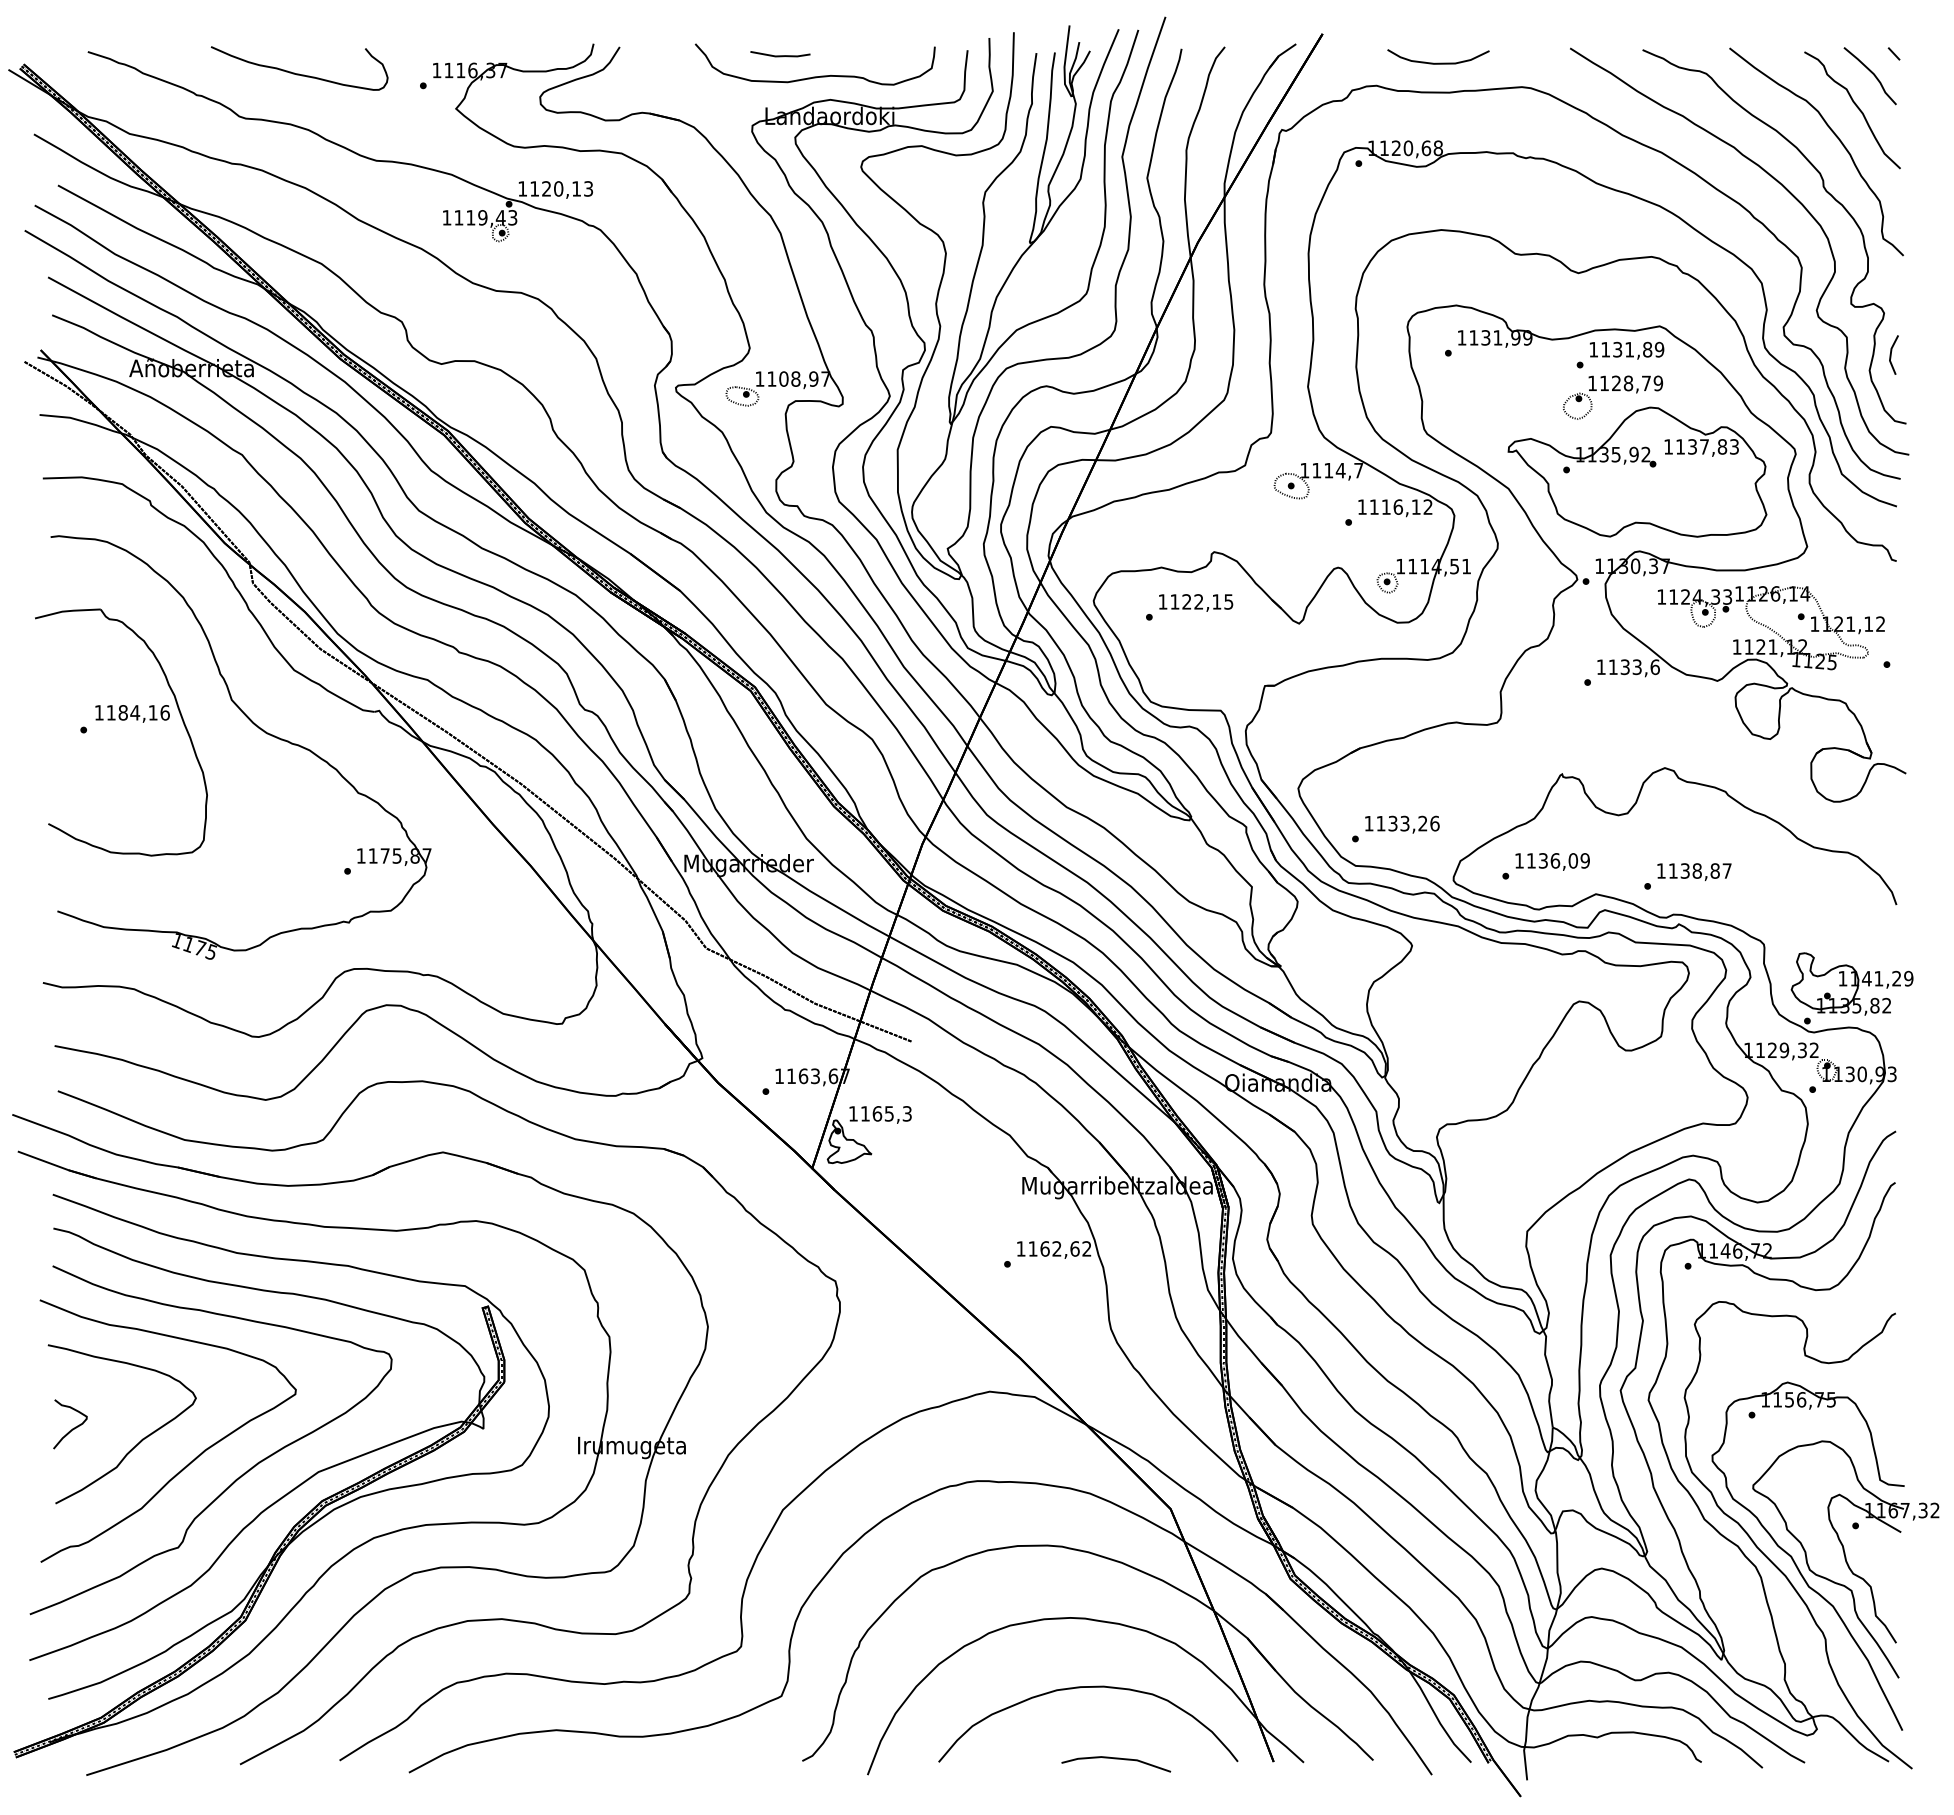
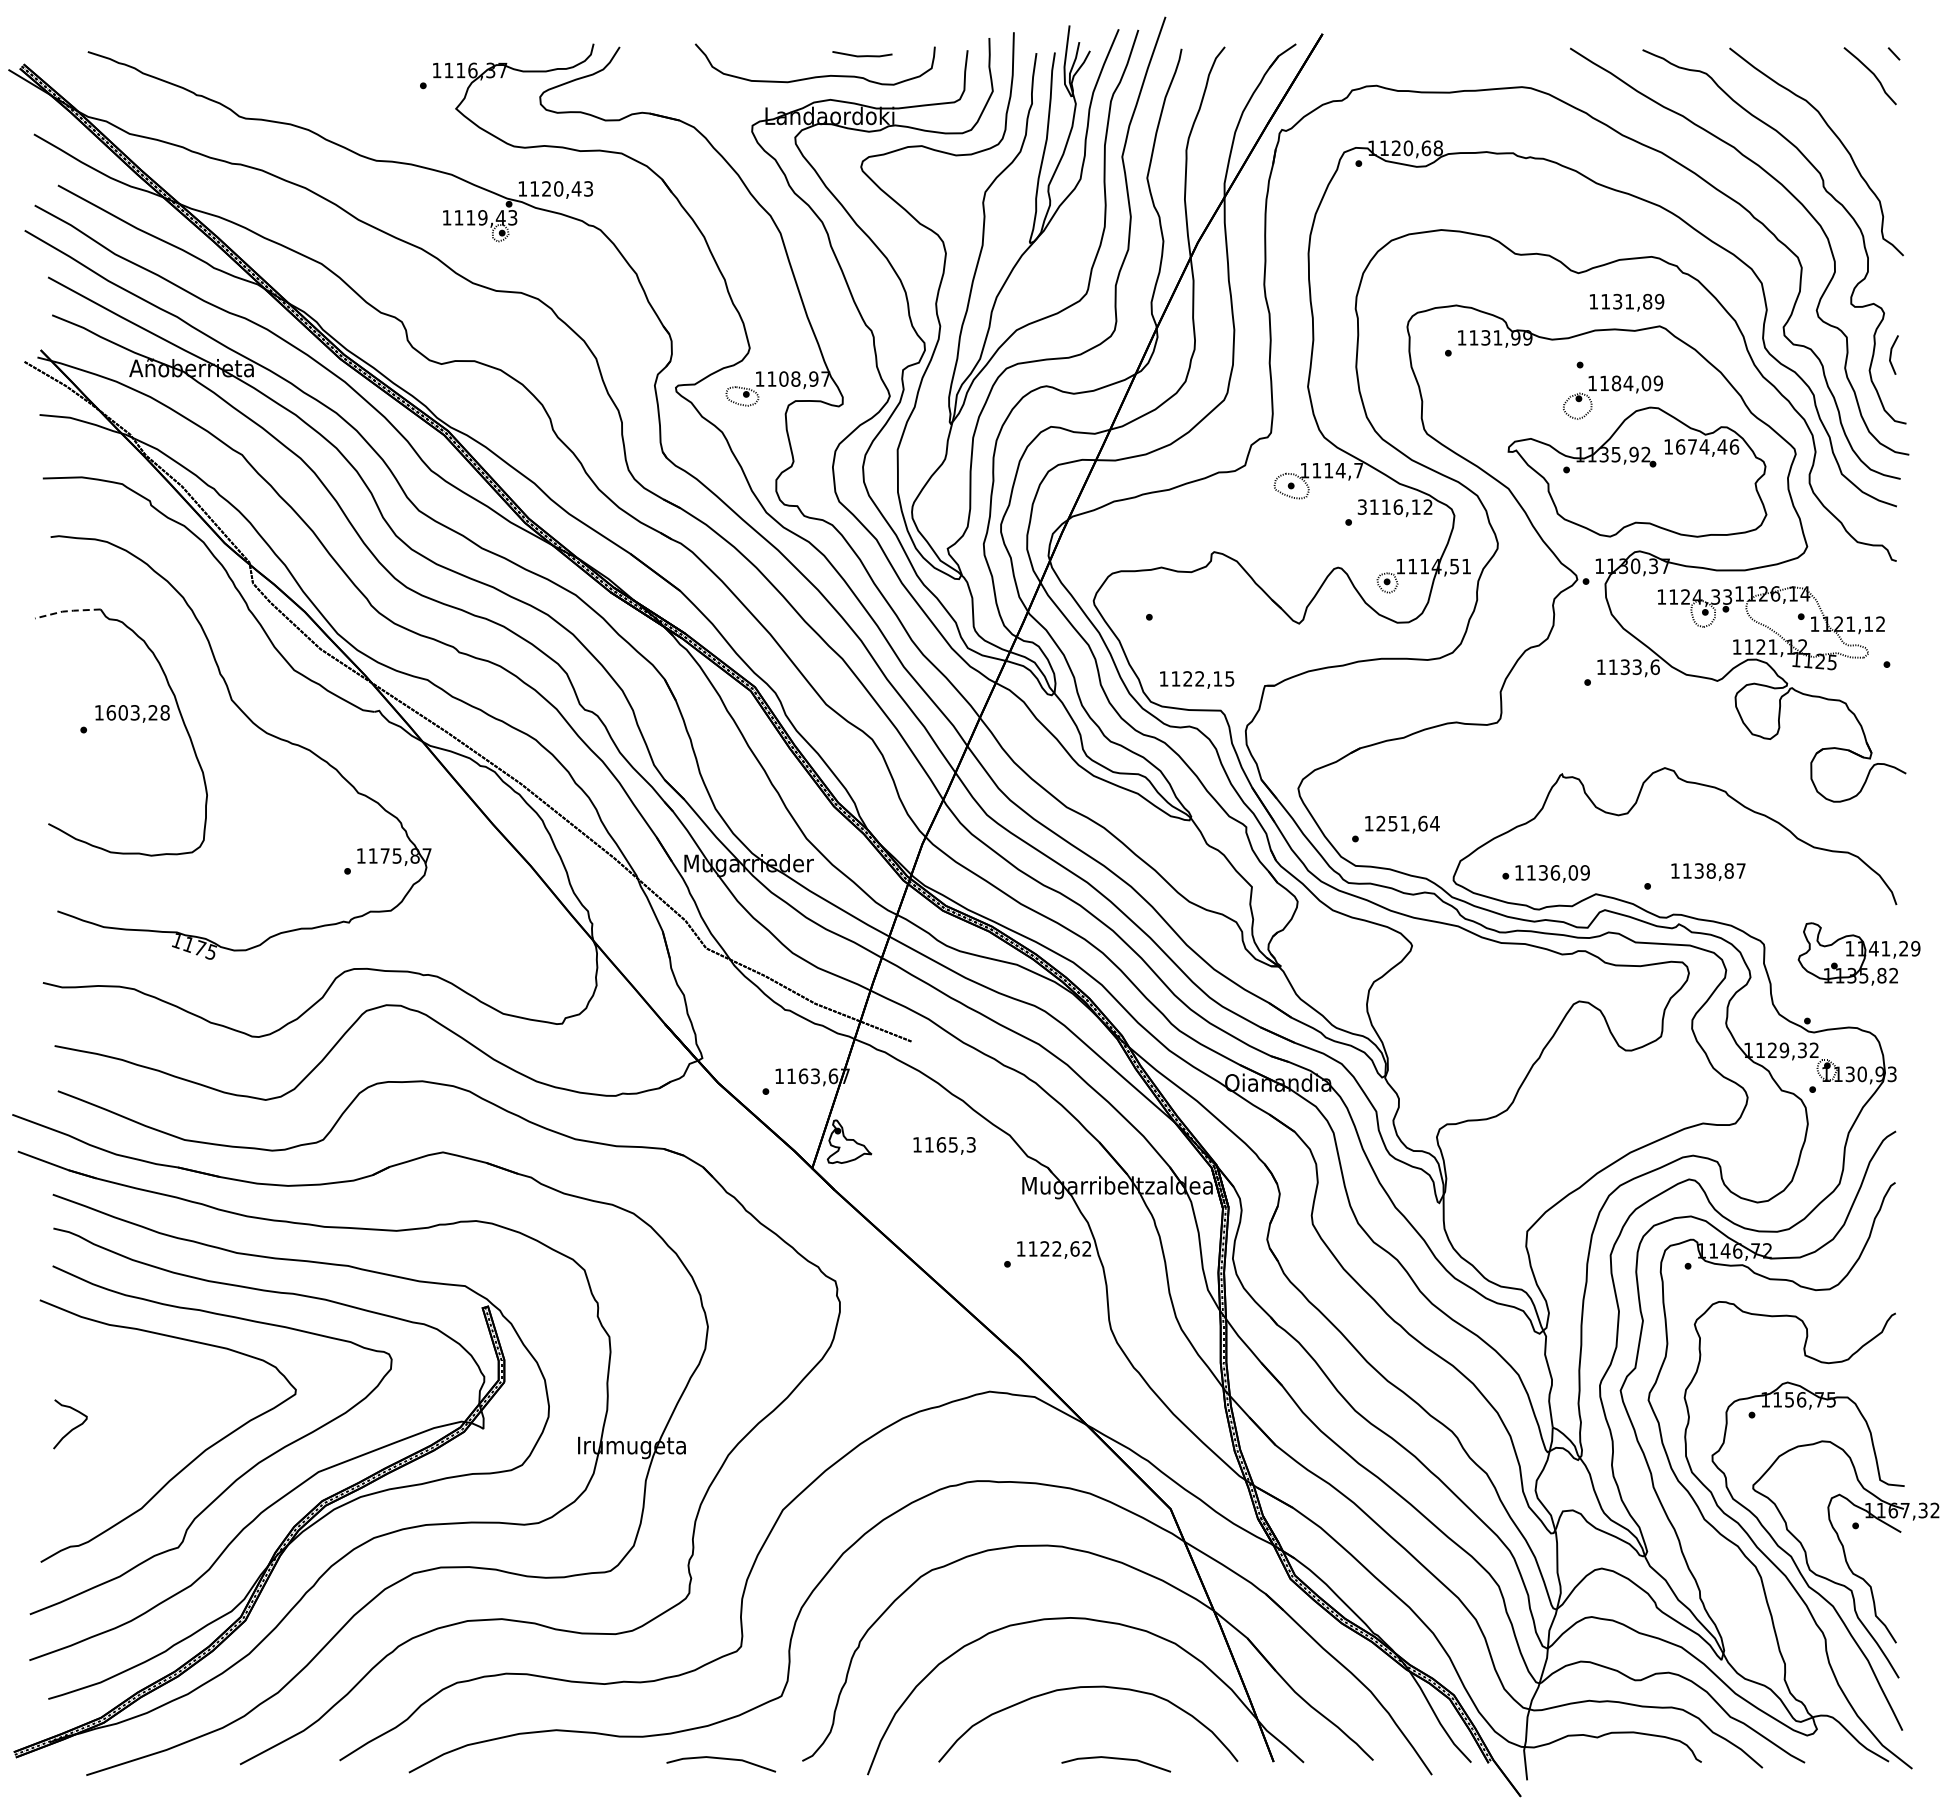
line at (780, 55) position: (780, 55) -> (862, 55)
curve at (1438, 62): present -> none
curve at (299, 73): present -> none
curve at (1856, 107): present -> none
text at (576, 188): 1120,13 -> 1120,43
text at (1627, 350) position: (1627, 350) -> (1627, 302)
text at (1631, 383): 1128,79 -> 1184,09
text at (1707, 446): 1137,83 -> 1674,46
text at (1361, 506): 1116,12 -> 3116,12
text at (1196, 602) position: (1196, 602) -> (1197, 679)
line at (66, 611): solid -> dashed
text at (137, 712): 1184,16 -> 1603,28
text at (1407, 823): 1133,26 -> 1251,64
text at (1552, 861) position: (1552, 861) -> (1552, 873)
text at (1694, 871) position: (1694, 871) -> (1708, 871)
part at (1851, 983) position: (1851, 983) -> (1858, 953)
text at (880, 1114) position: (880, 1114) -> (944, 1145)
text at (1044, 1248): 1162,62 -> 1122,62
curve at (139, 1441): present -> none
line at (721, 1759): none -> present
